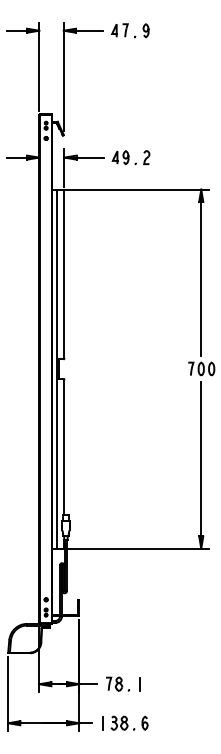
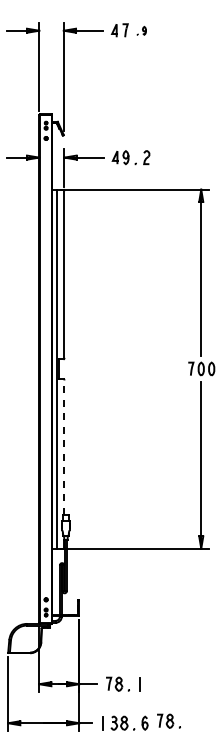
part at (141, 30) size: 16x16 px -> 11x10 px
line at (64, 447): solid -> dashed
part at (168, 720): none -> present
